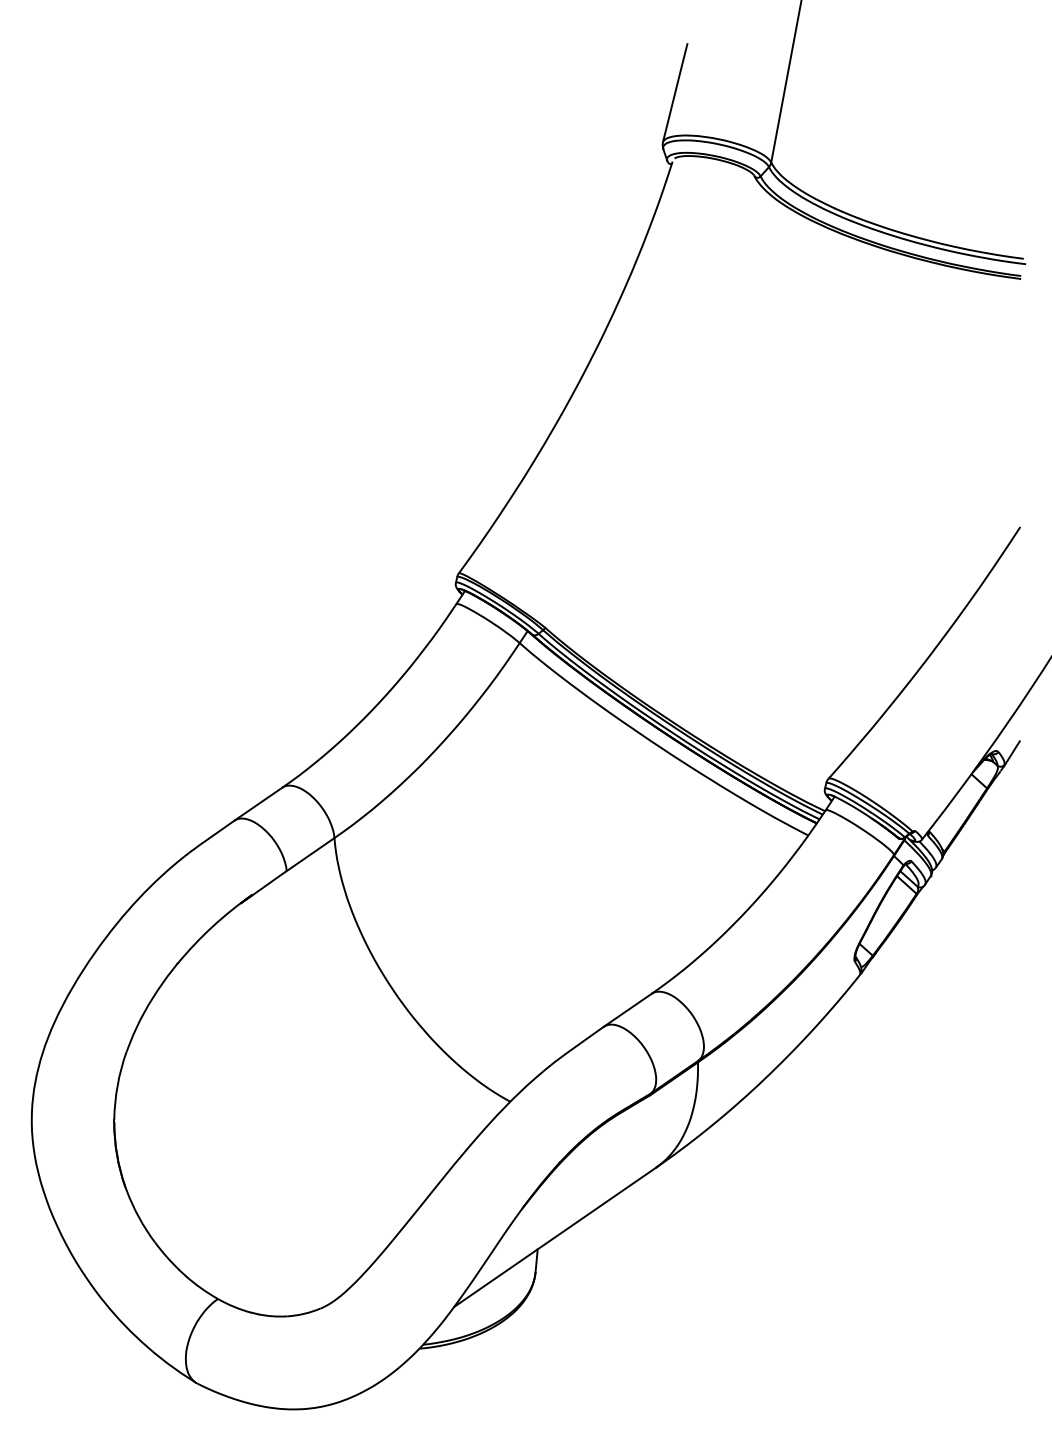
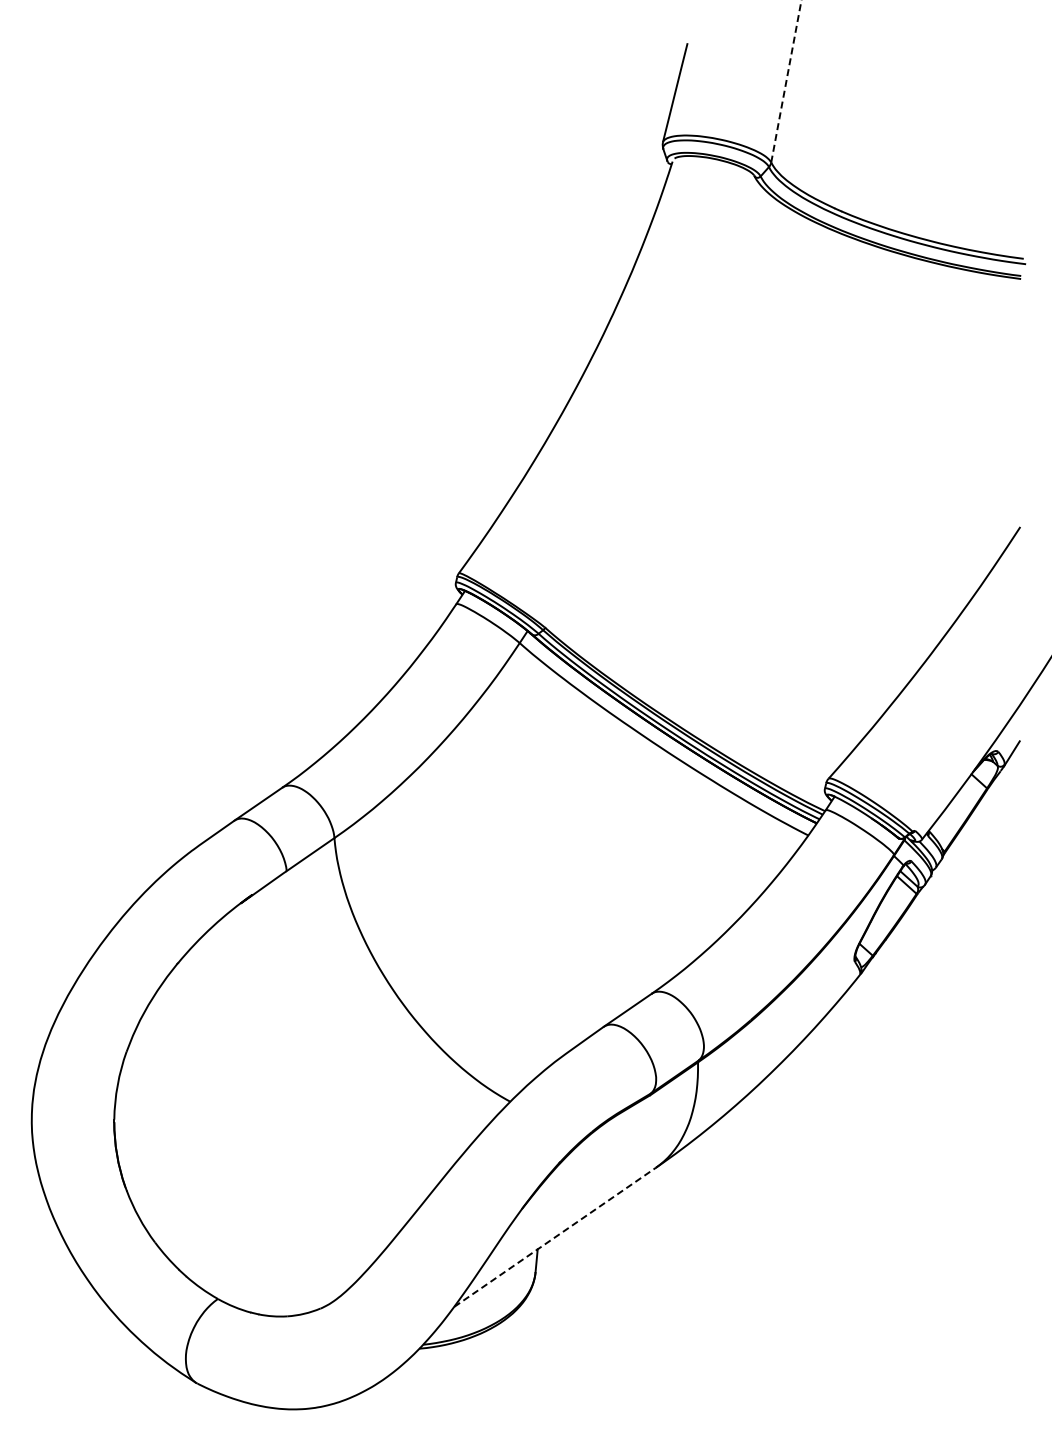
line at (786, 81): solid -> dashed
line at (555, 1237): solid -> dashed
